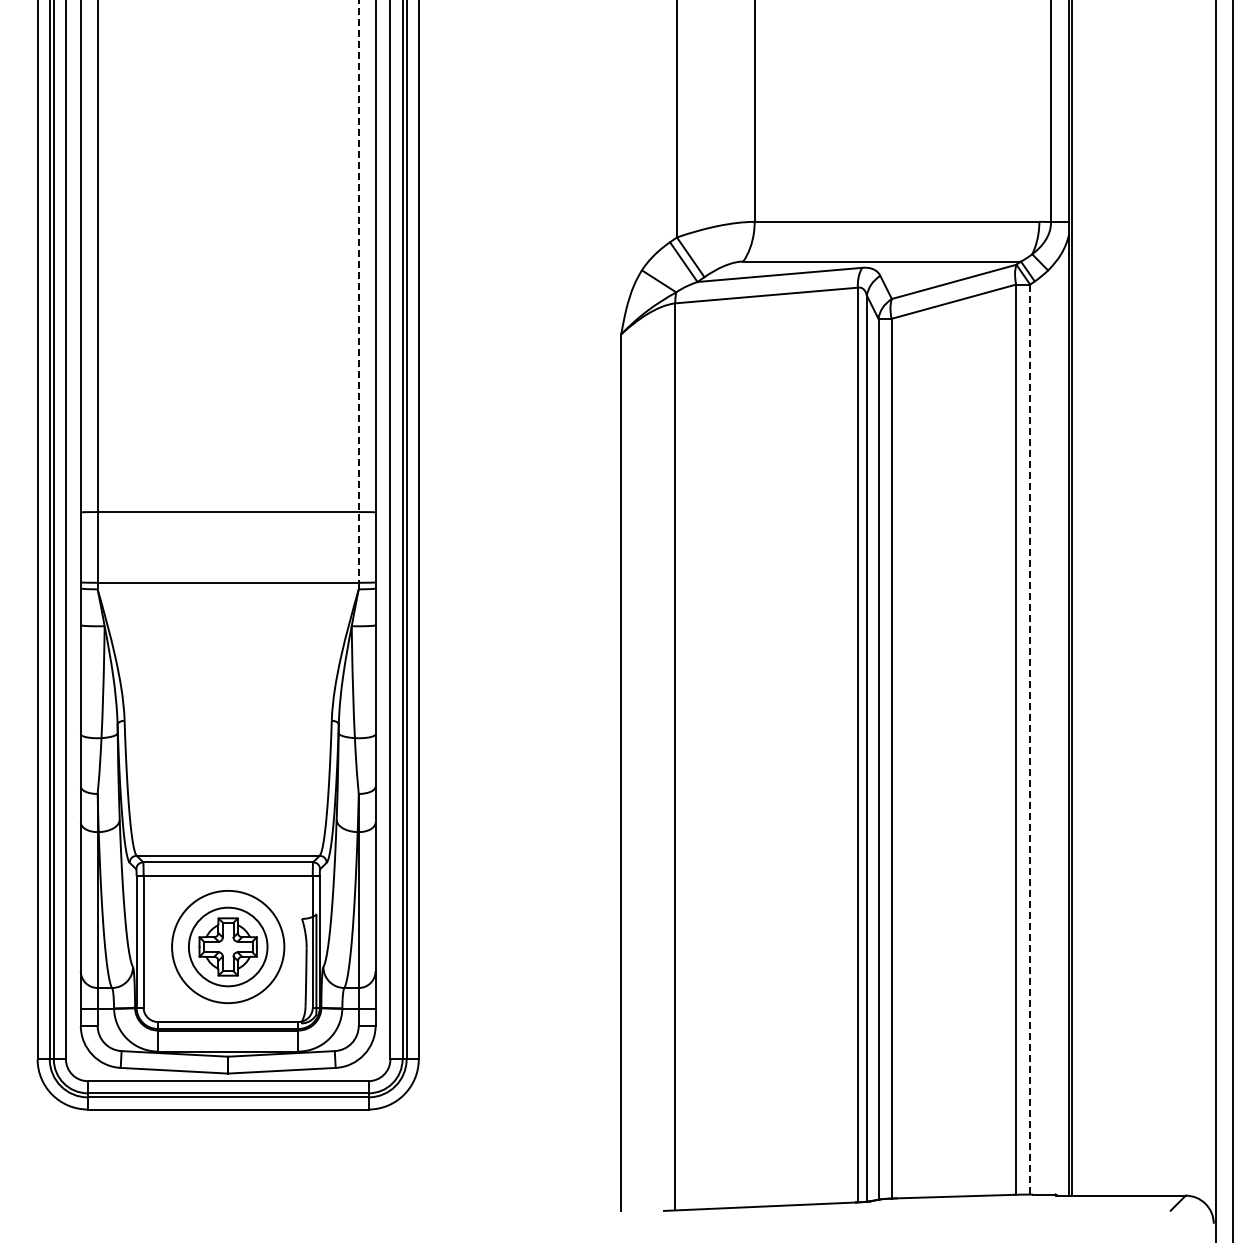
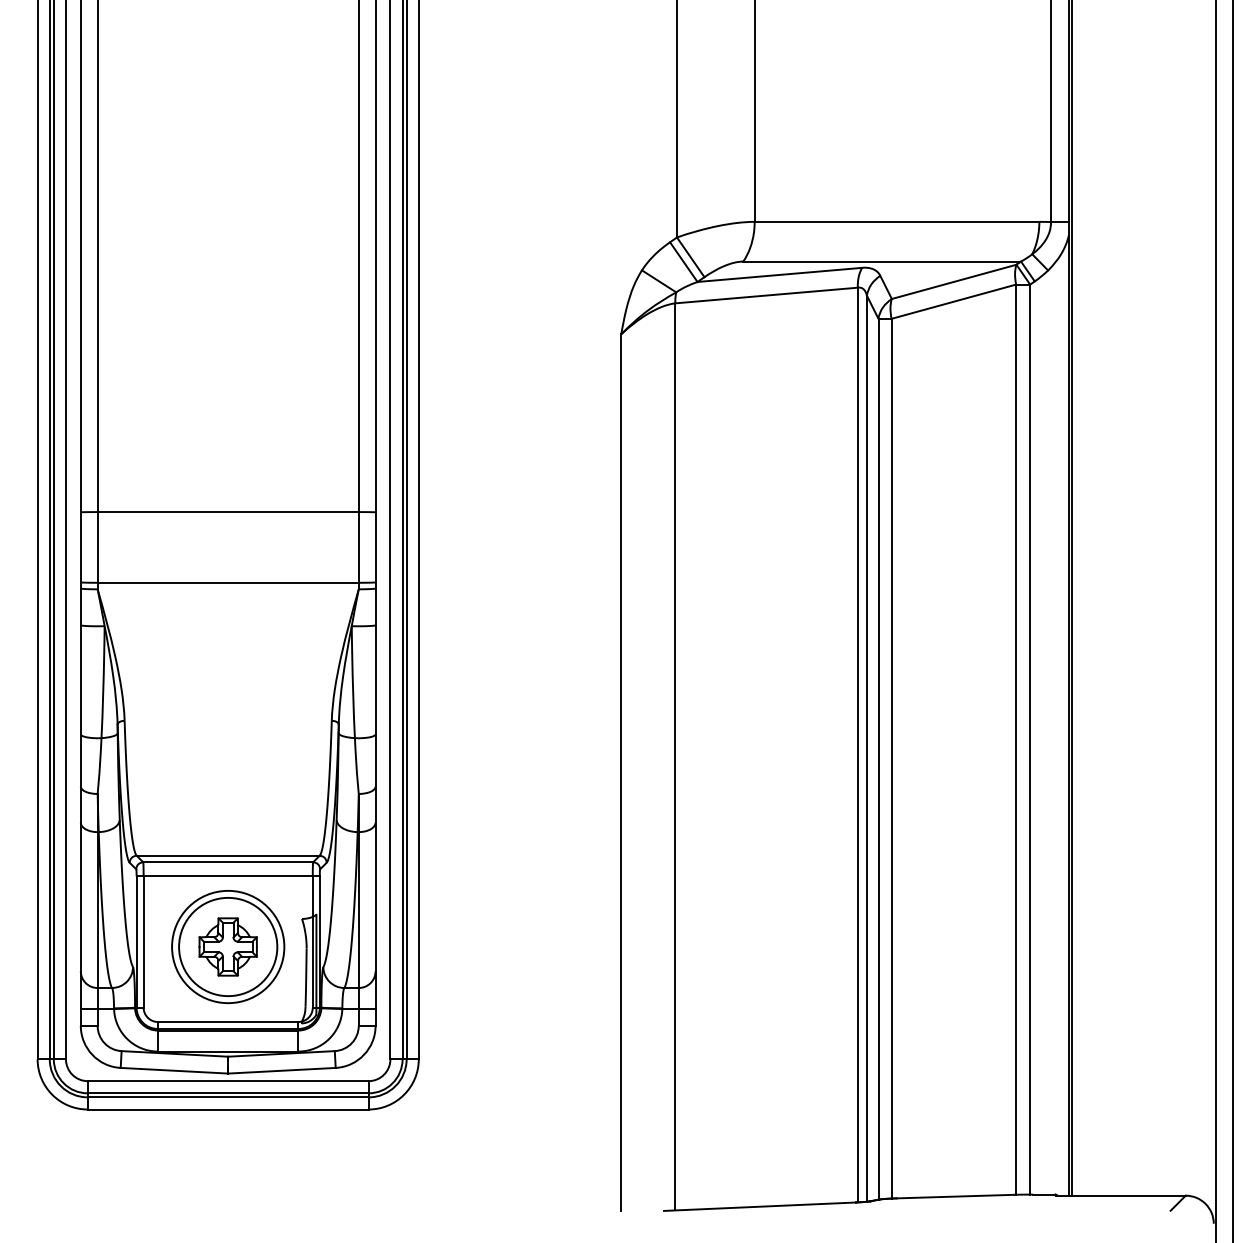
line at (358, 292): dashed -> solid
line at (1030, 739): dashed -> solid
circle at (227, 946) diameter: 79 px -> 98 px
